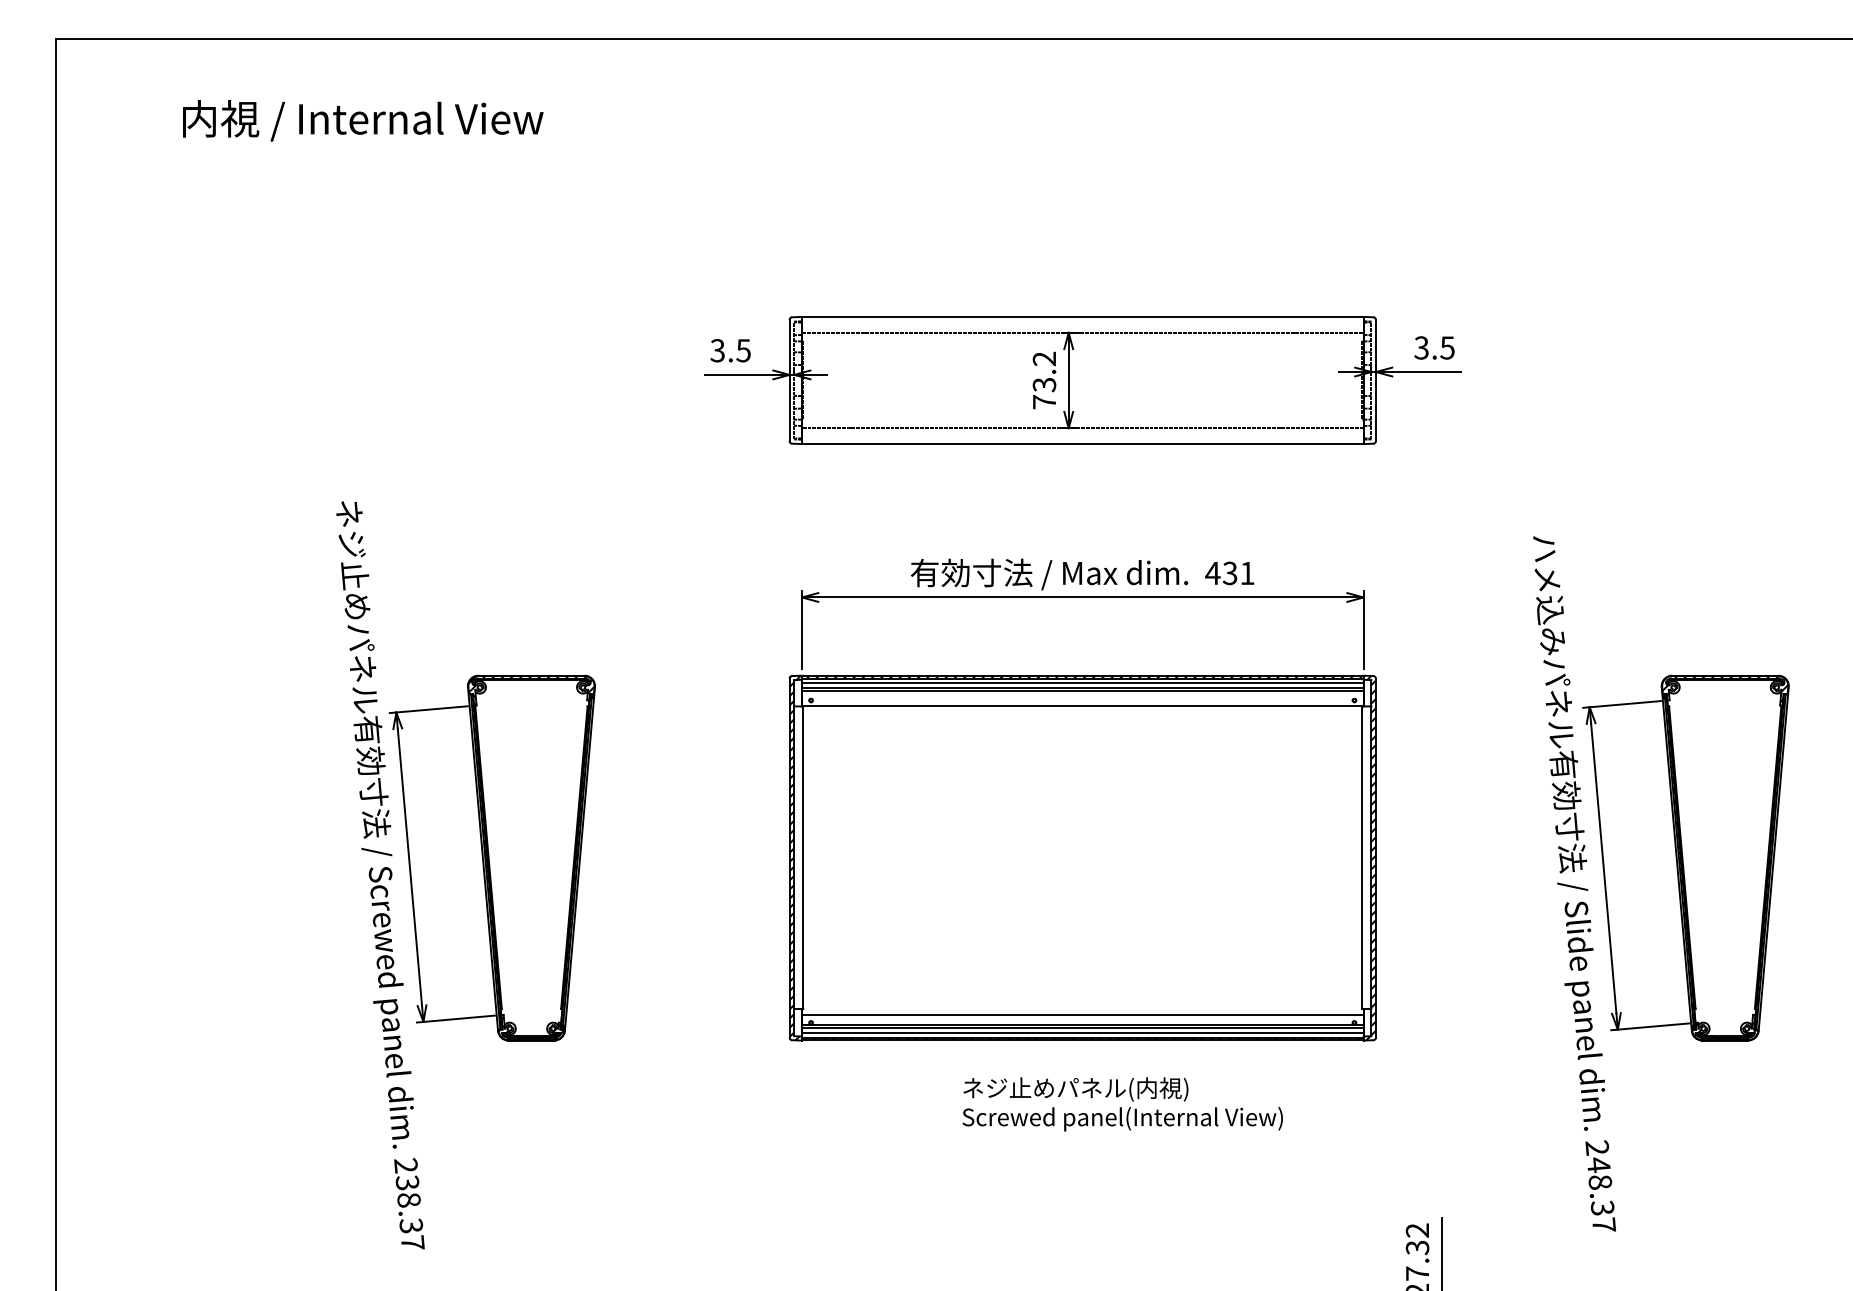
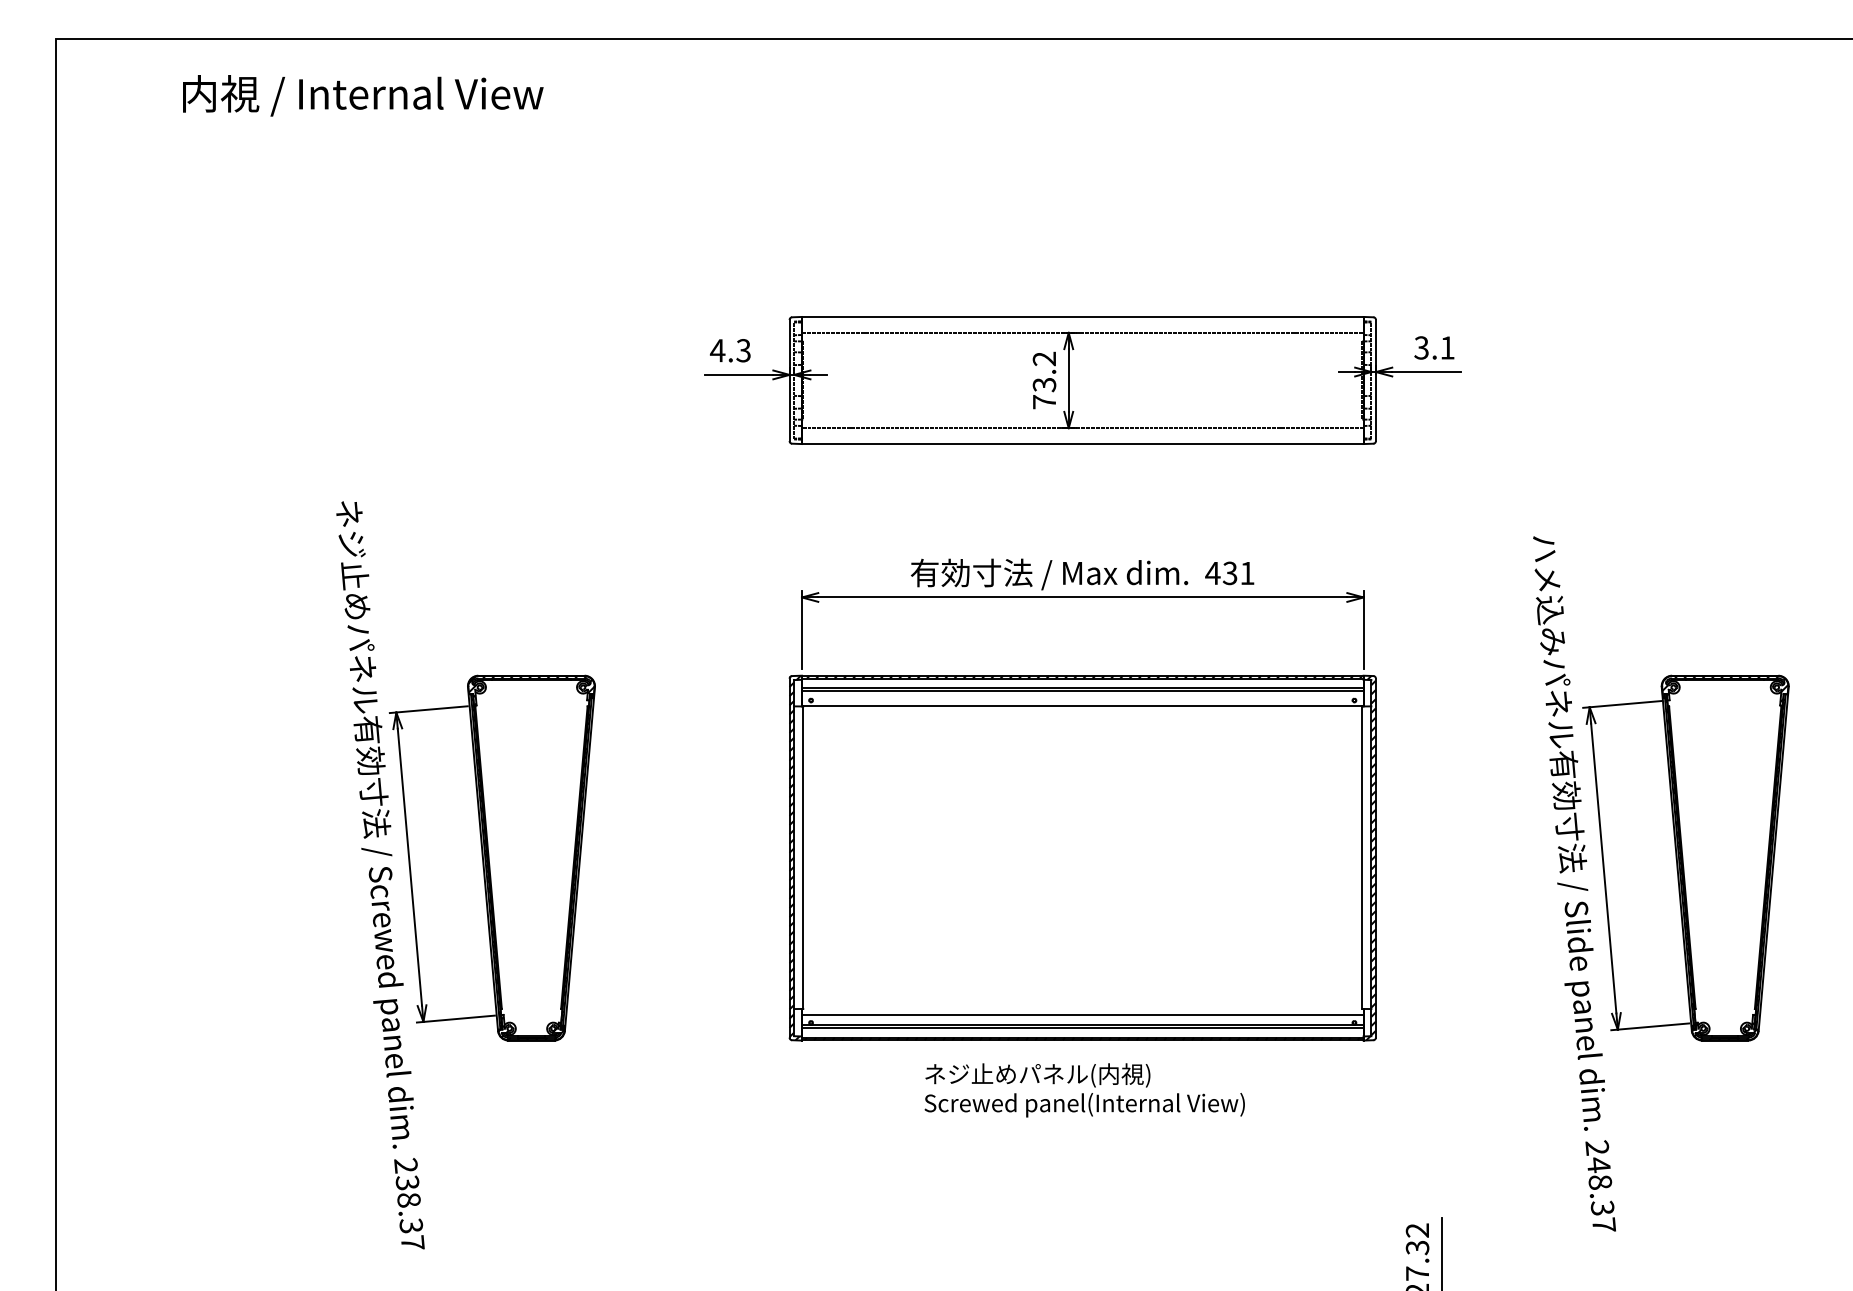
text at (363, 120) position: (363, 120) -> (363, 95)
text at (1447, 347): 3.5 -> 3.1
text at (729, 350): 3.5 -> 4.3
line at (1082, 683): present -> none
line at (1082, 1032): present -> none
text at (1122, 1104) position: (1122, 1104) -> (1084, 1090)
